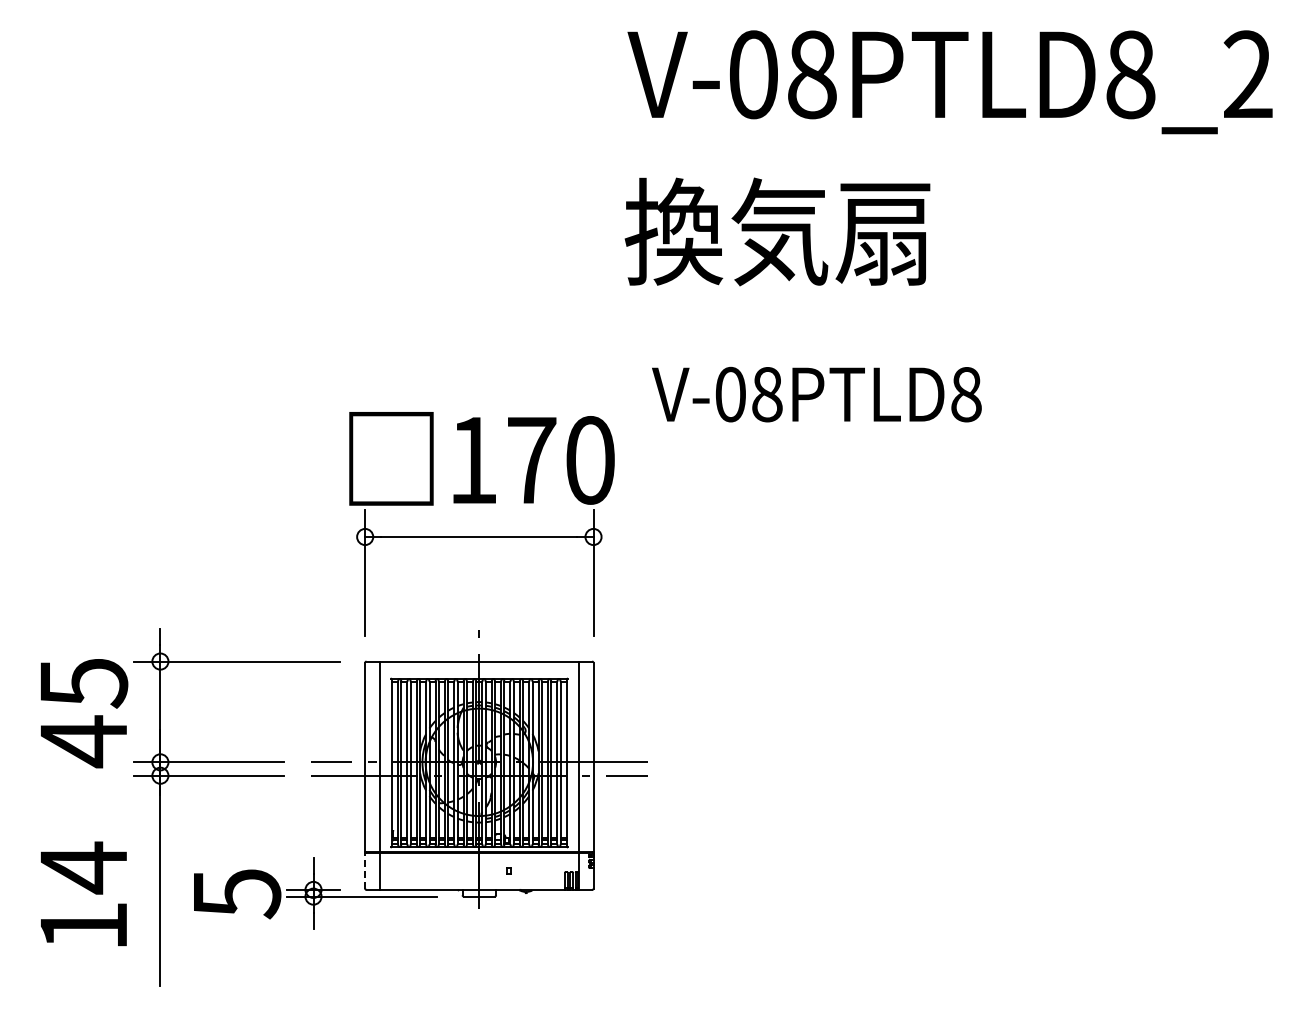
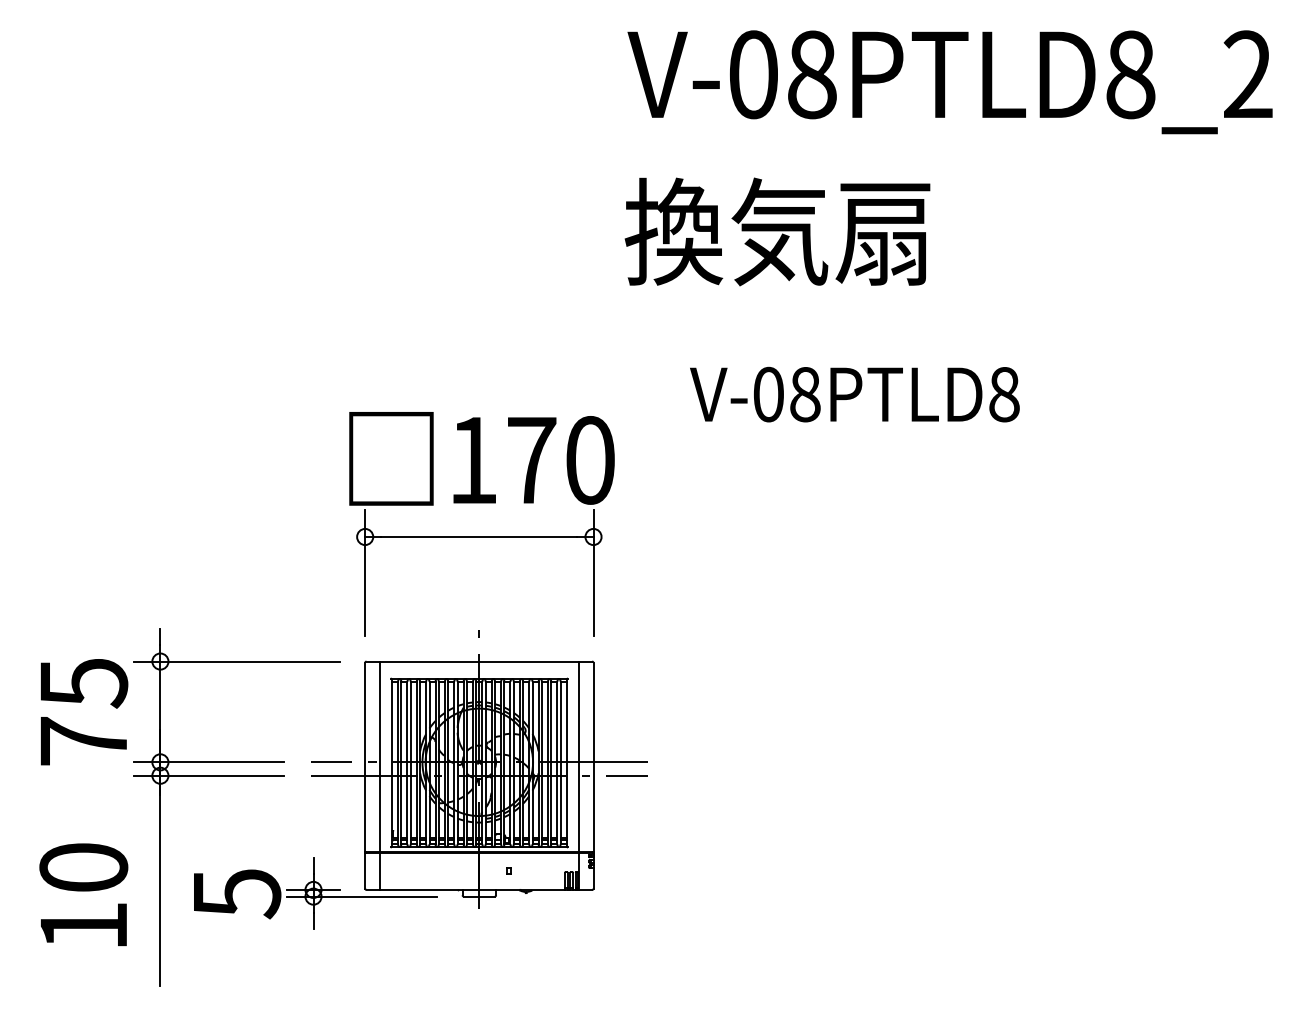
text at (816, 394) position: (816, 394) -> (854, 394)
text at (83, 741): 45 -> 75
text at (83, 867): 14 -> 10
line at (365, 870): dashed -> solid
